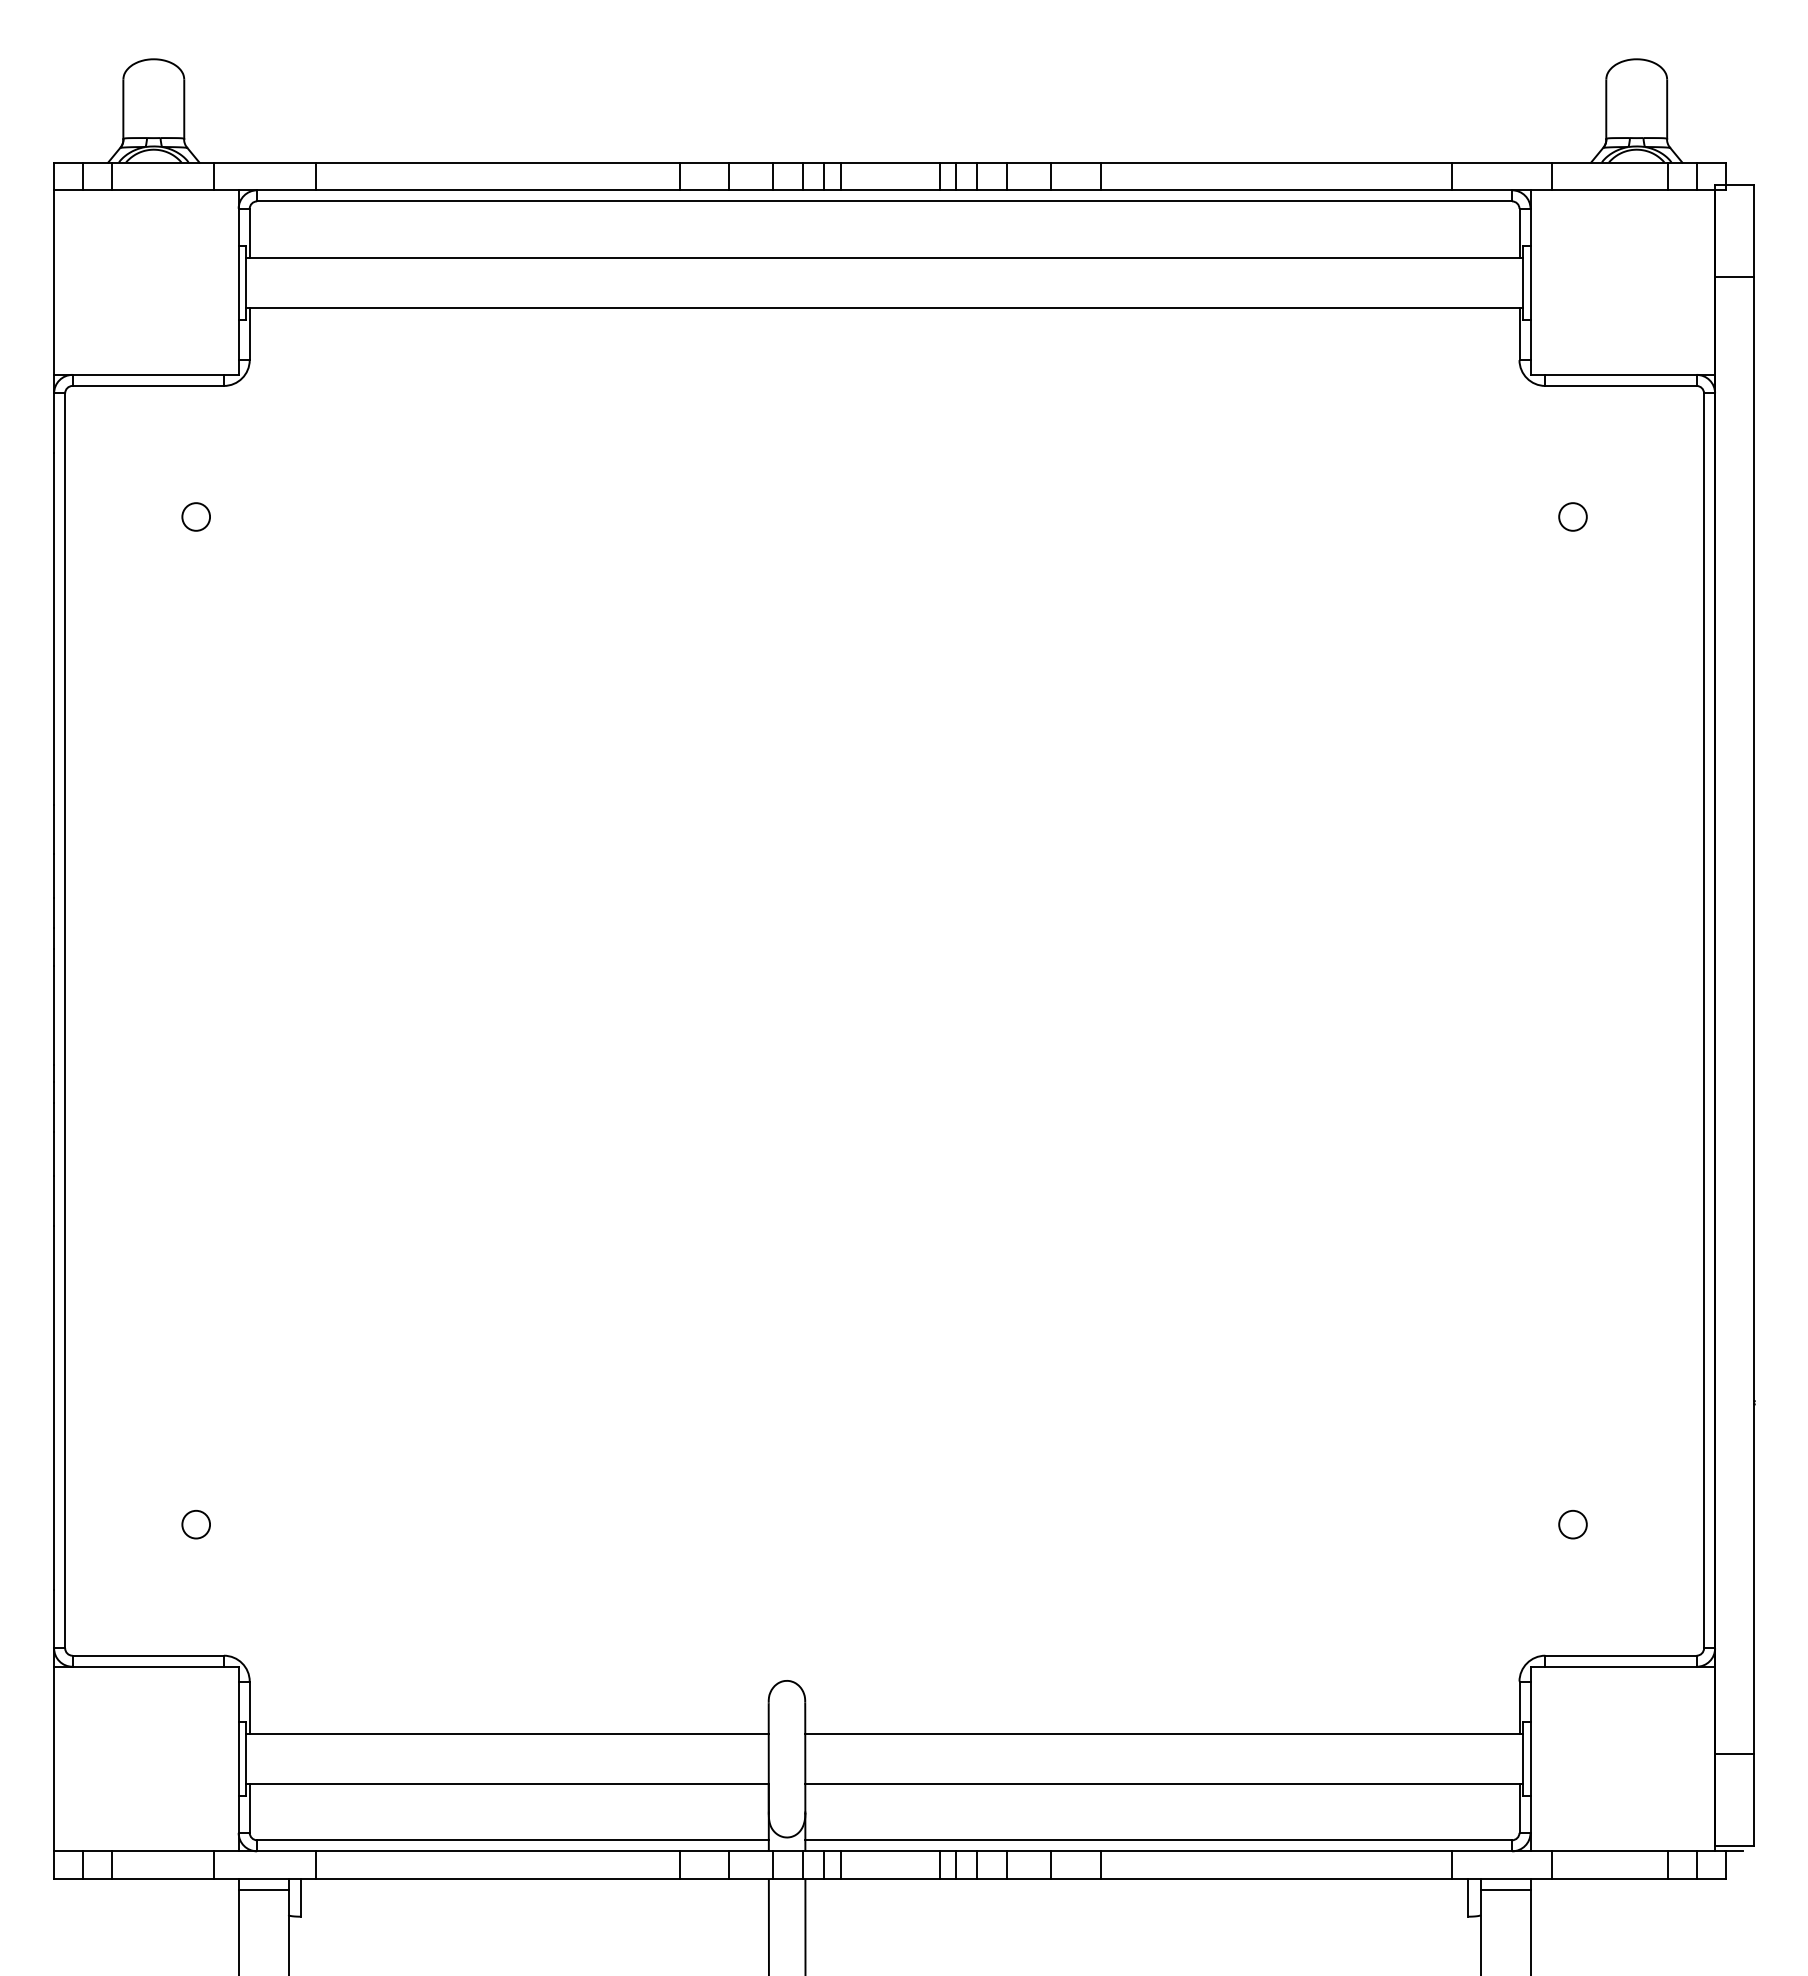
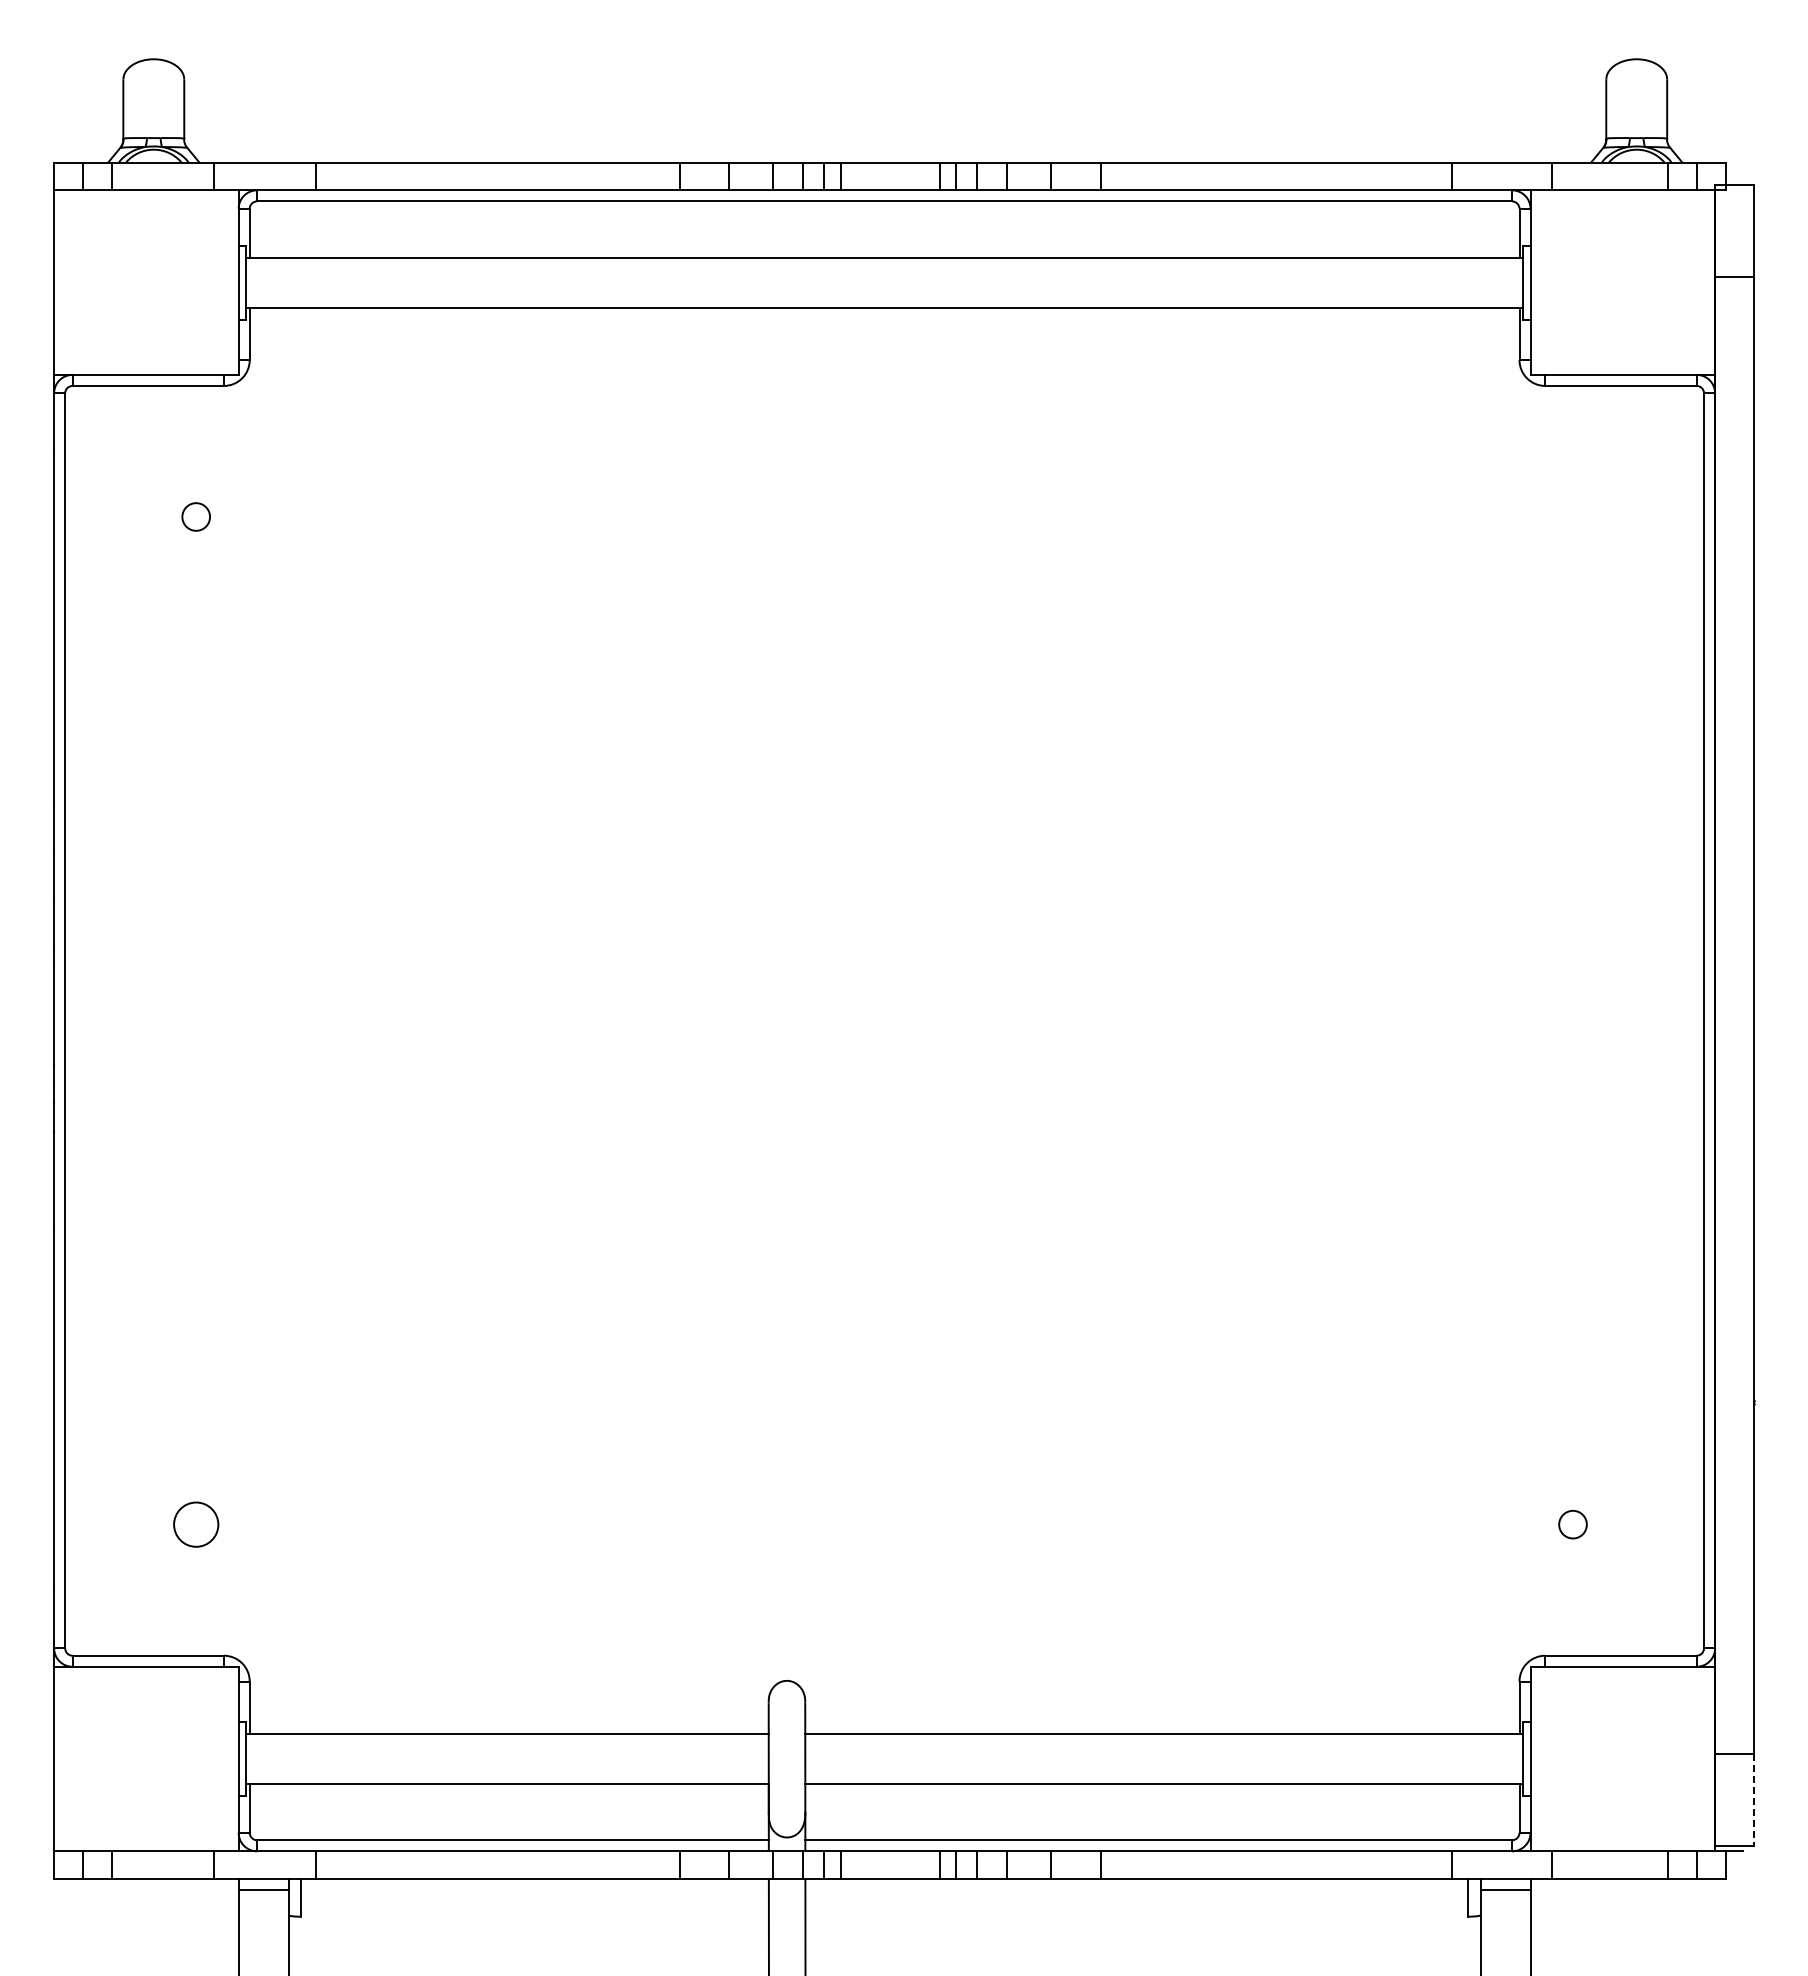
circle at (1572, 516): present -> none
circle at (196, 1524) diameter: 28 px -> 44 px
line at (1753, 1800): solid -> dashed
